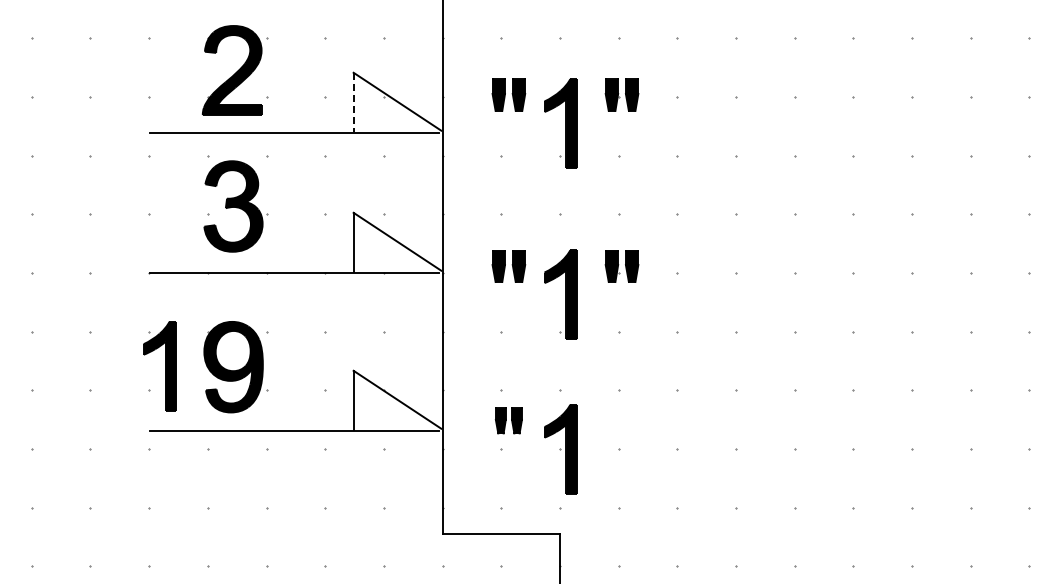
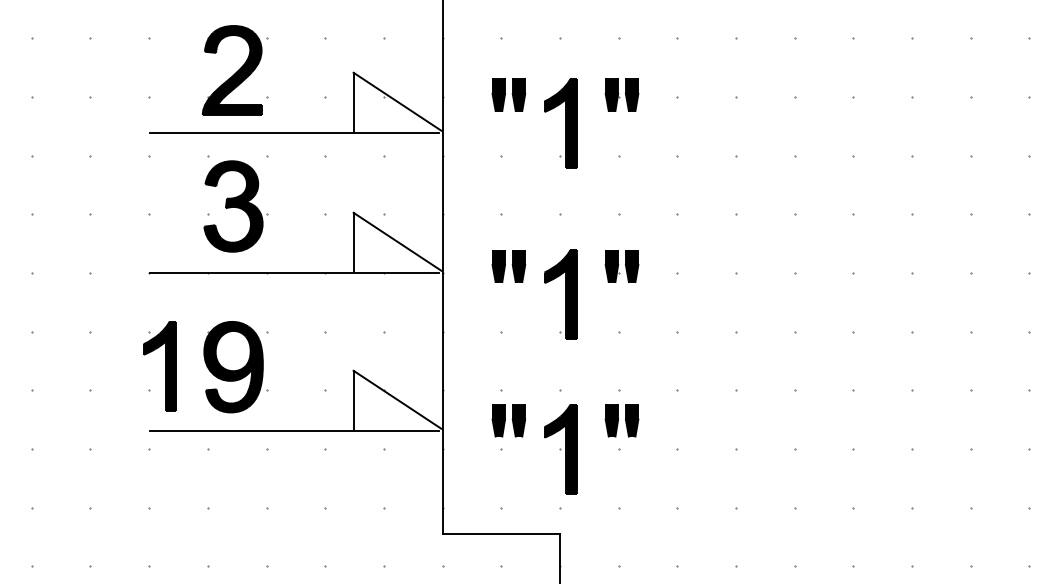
line at (353, 102): dashed -> solid
part at (508, 420) size: 29x28 px -> 36x34 px
part at (621, 420): none -> present
